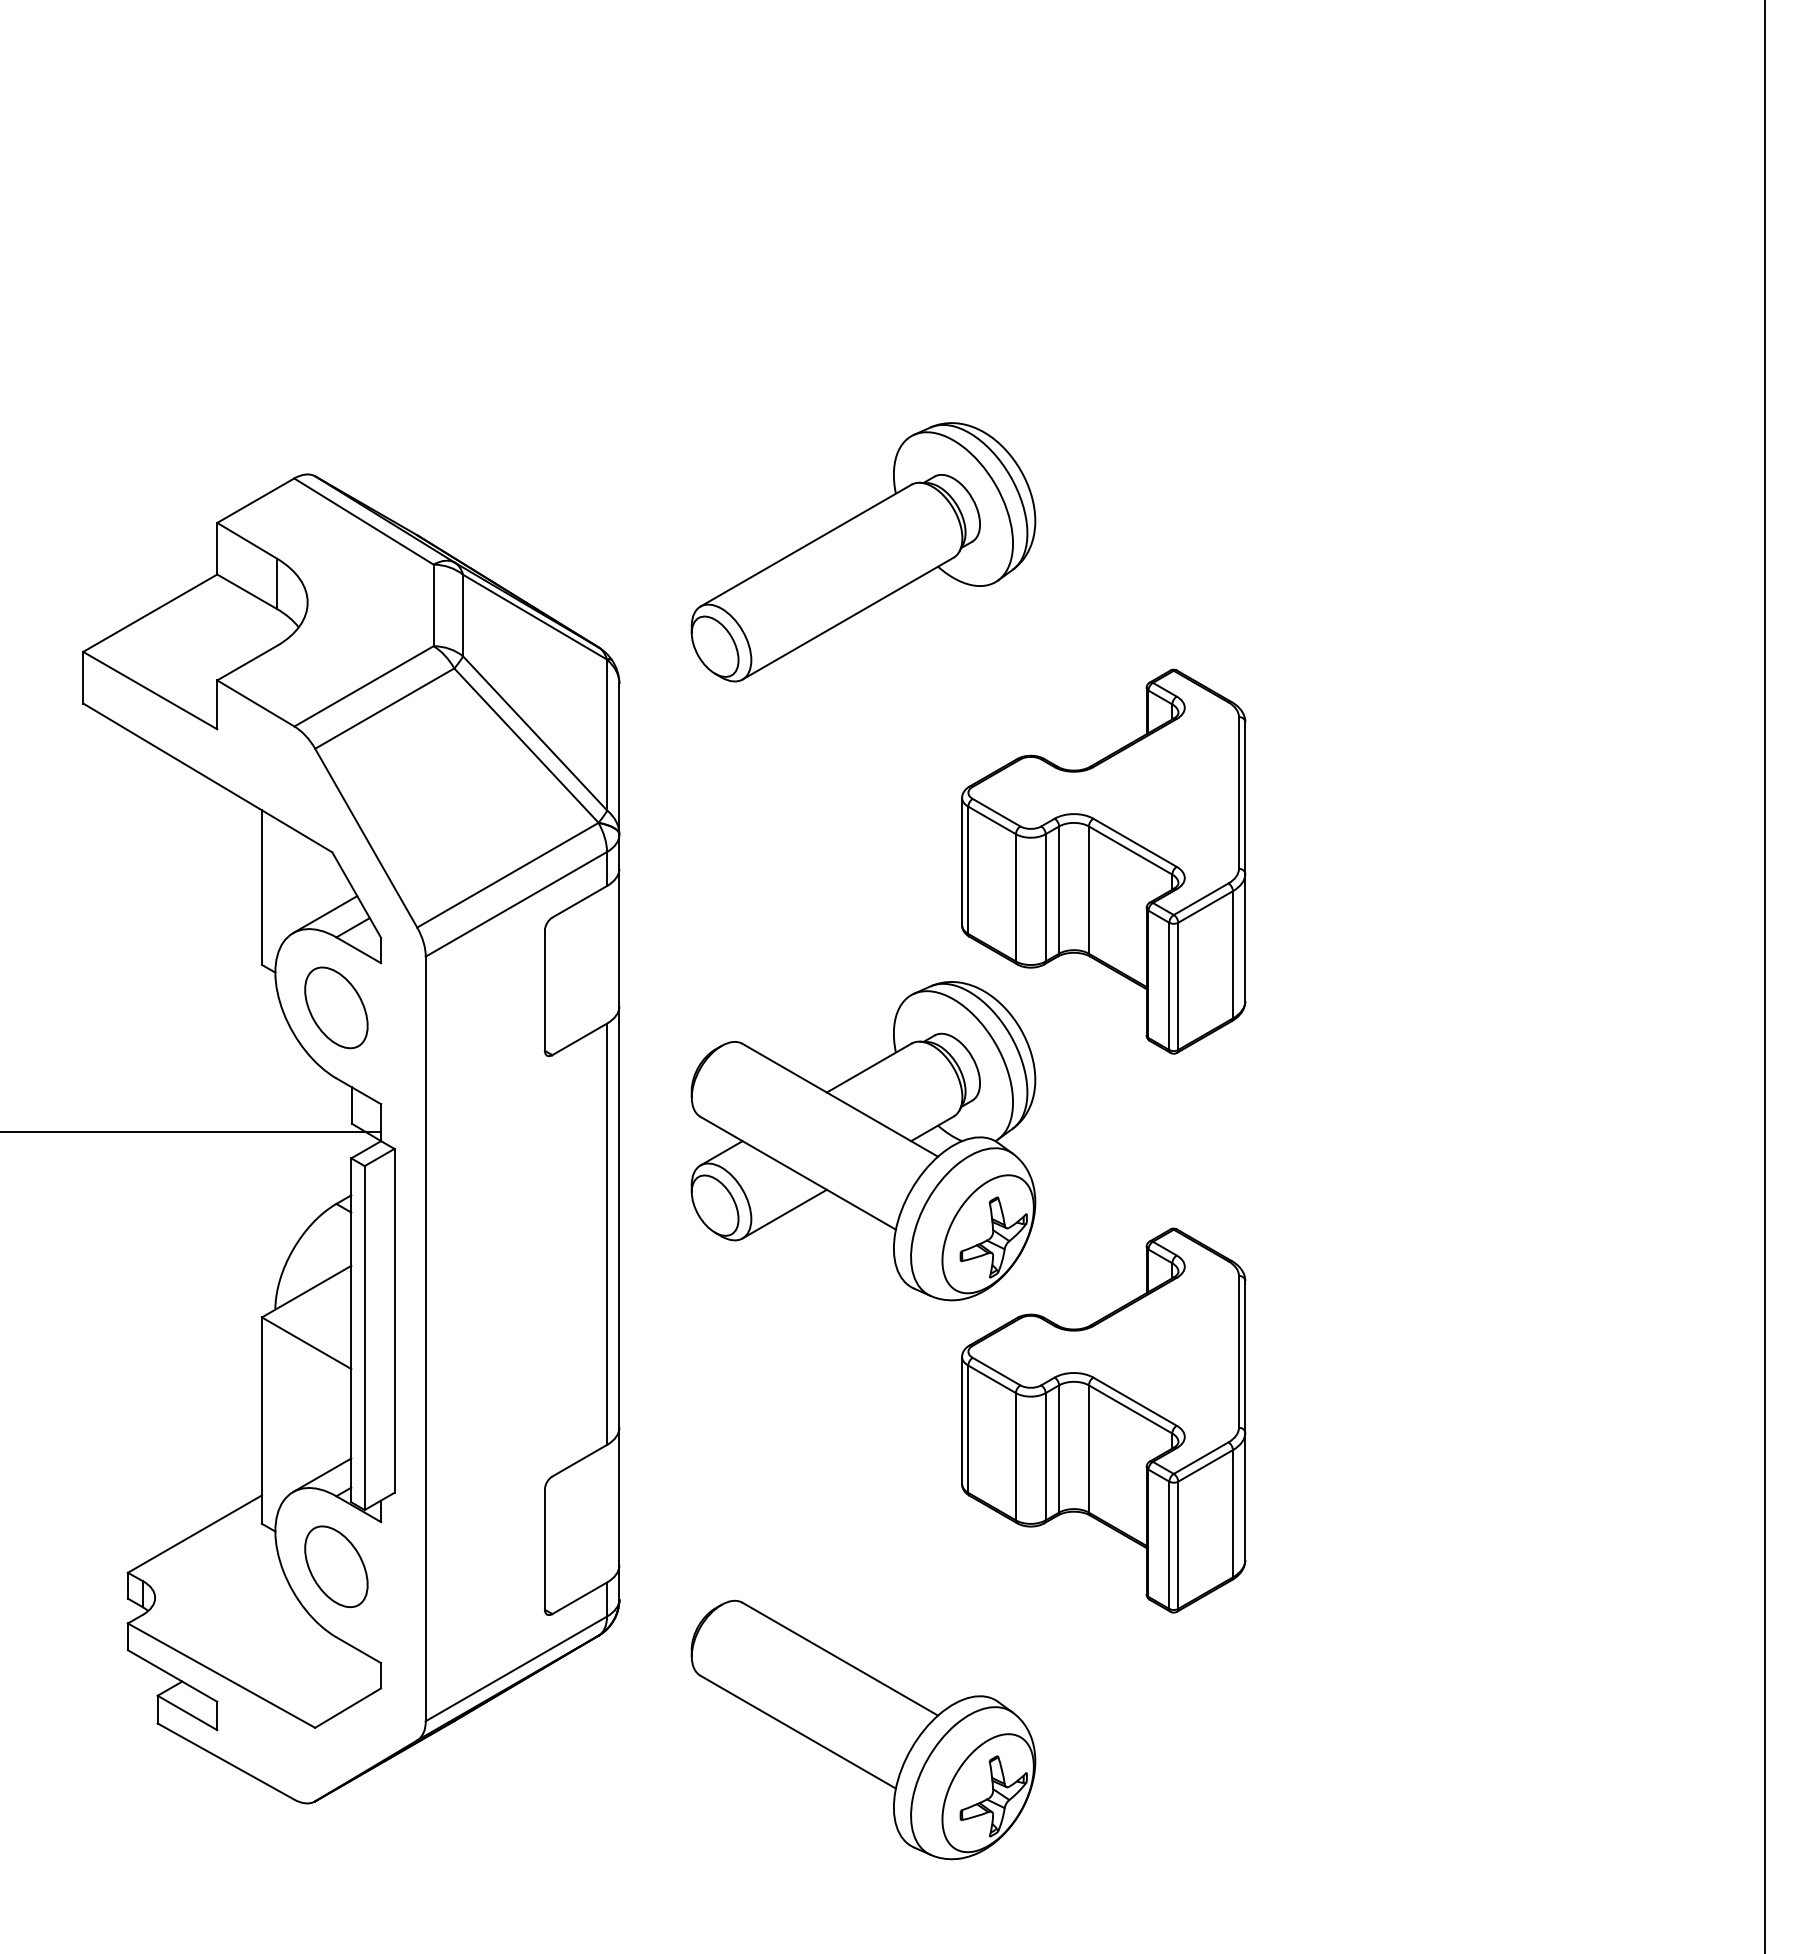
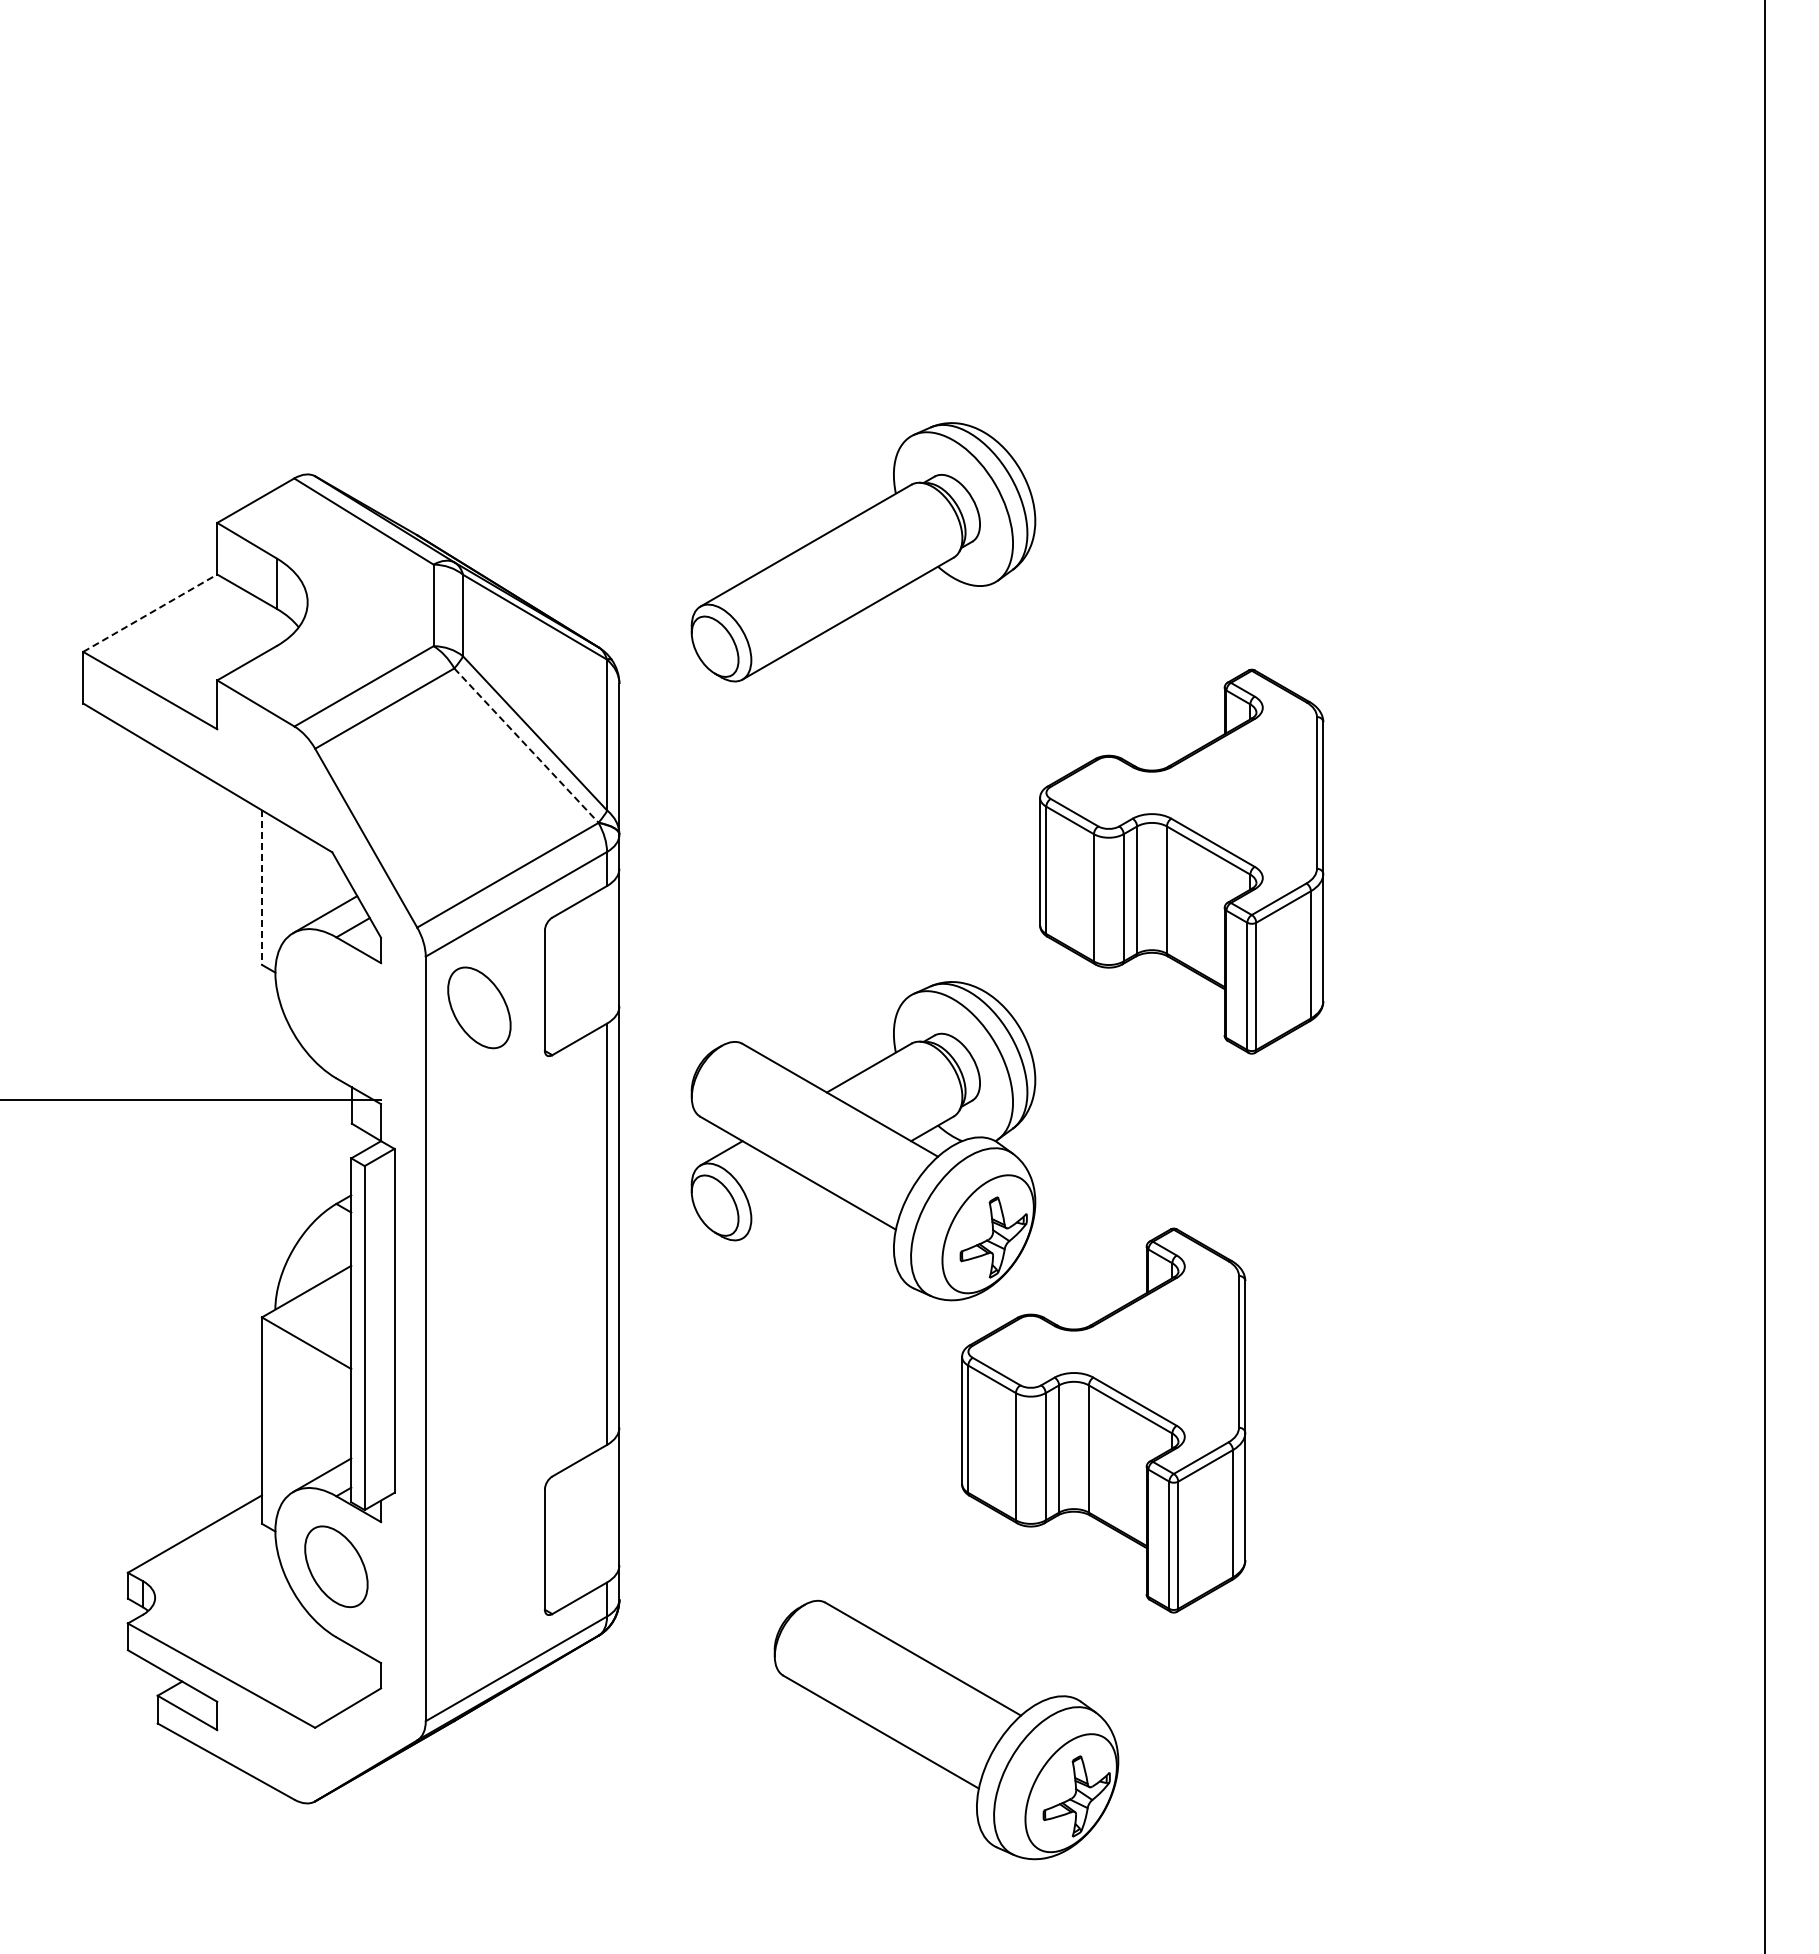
line at (150, 612): solid -> dashed
line at (526, 745): solid -> dashed
part at (1103, 861) position: (1103, 861) -> (1181, 861)
line at (261, 888): solid -> dashed
part at (336, 1007) position: (336, 1007) -> (479, 1007)
line at (191, 1132) position: (191, 1132) -> (191, 1100)
line at (784, 1213): present -> none
part at (863, 1729) position: (863, 1729) -> (946, 1729)
